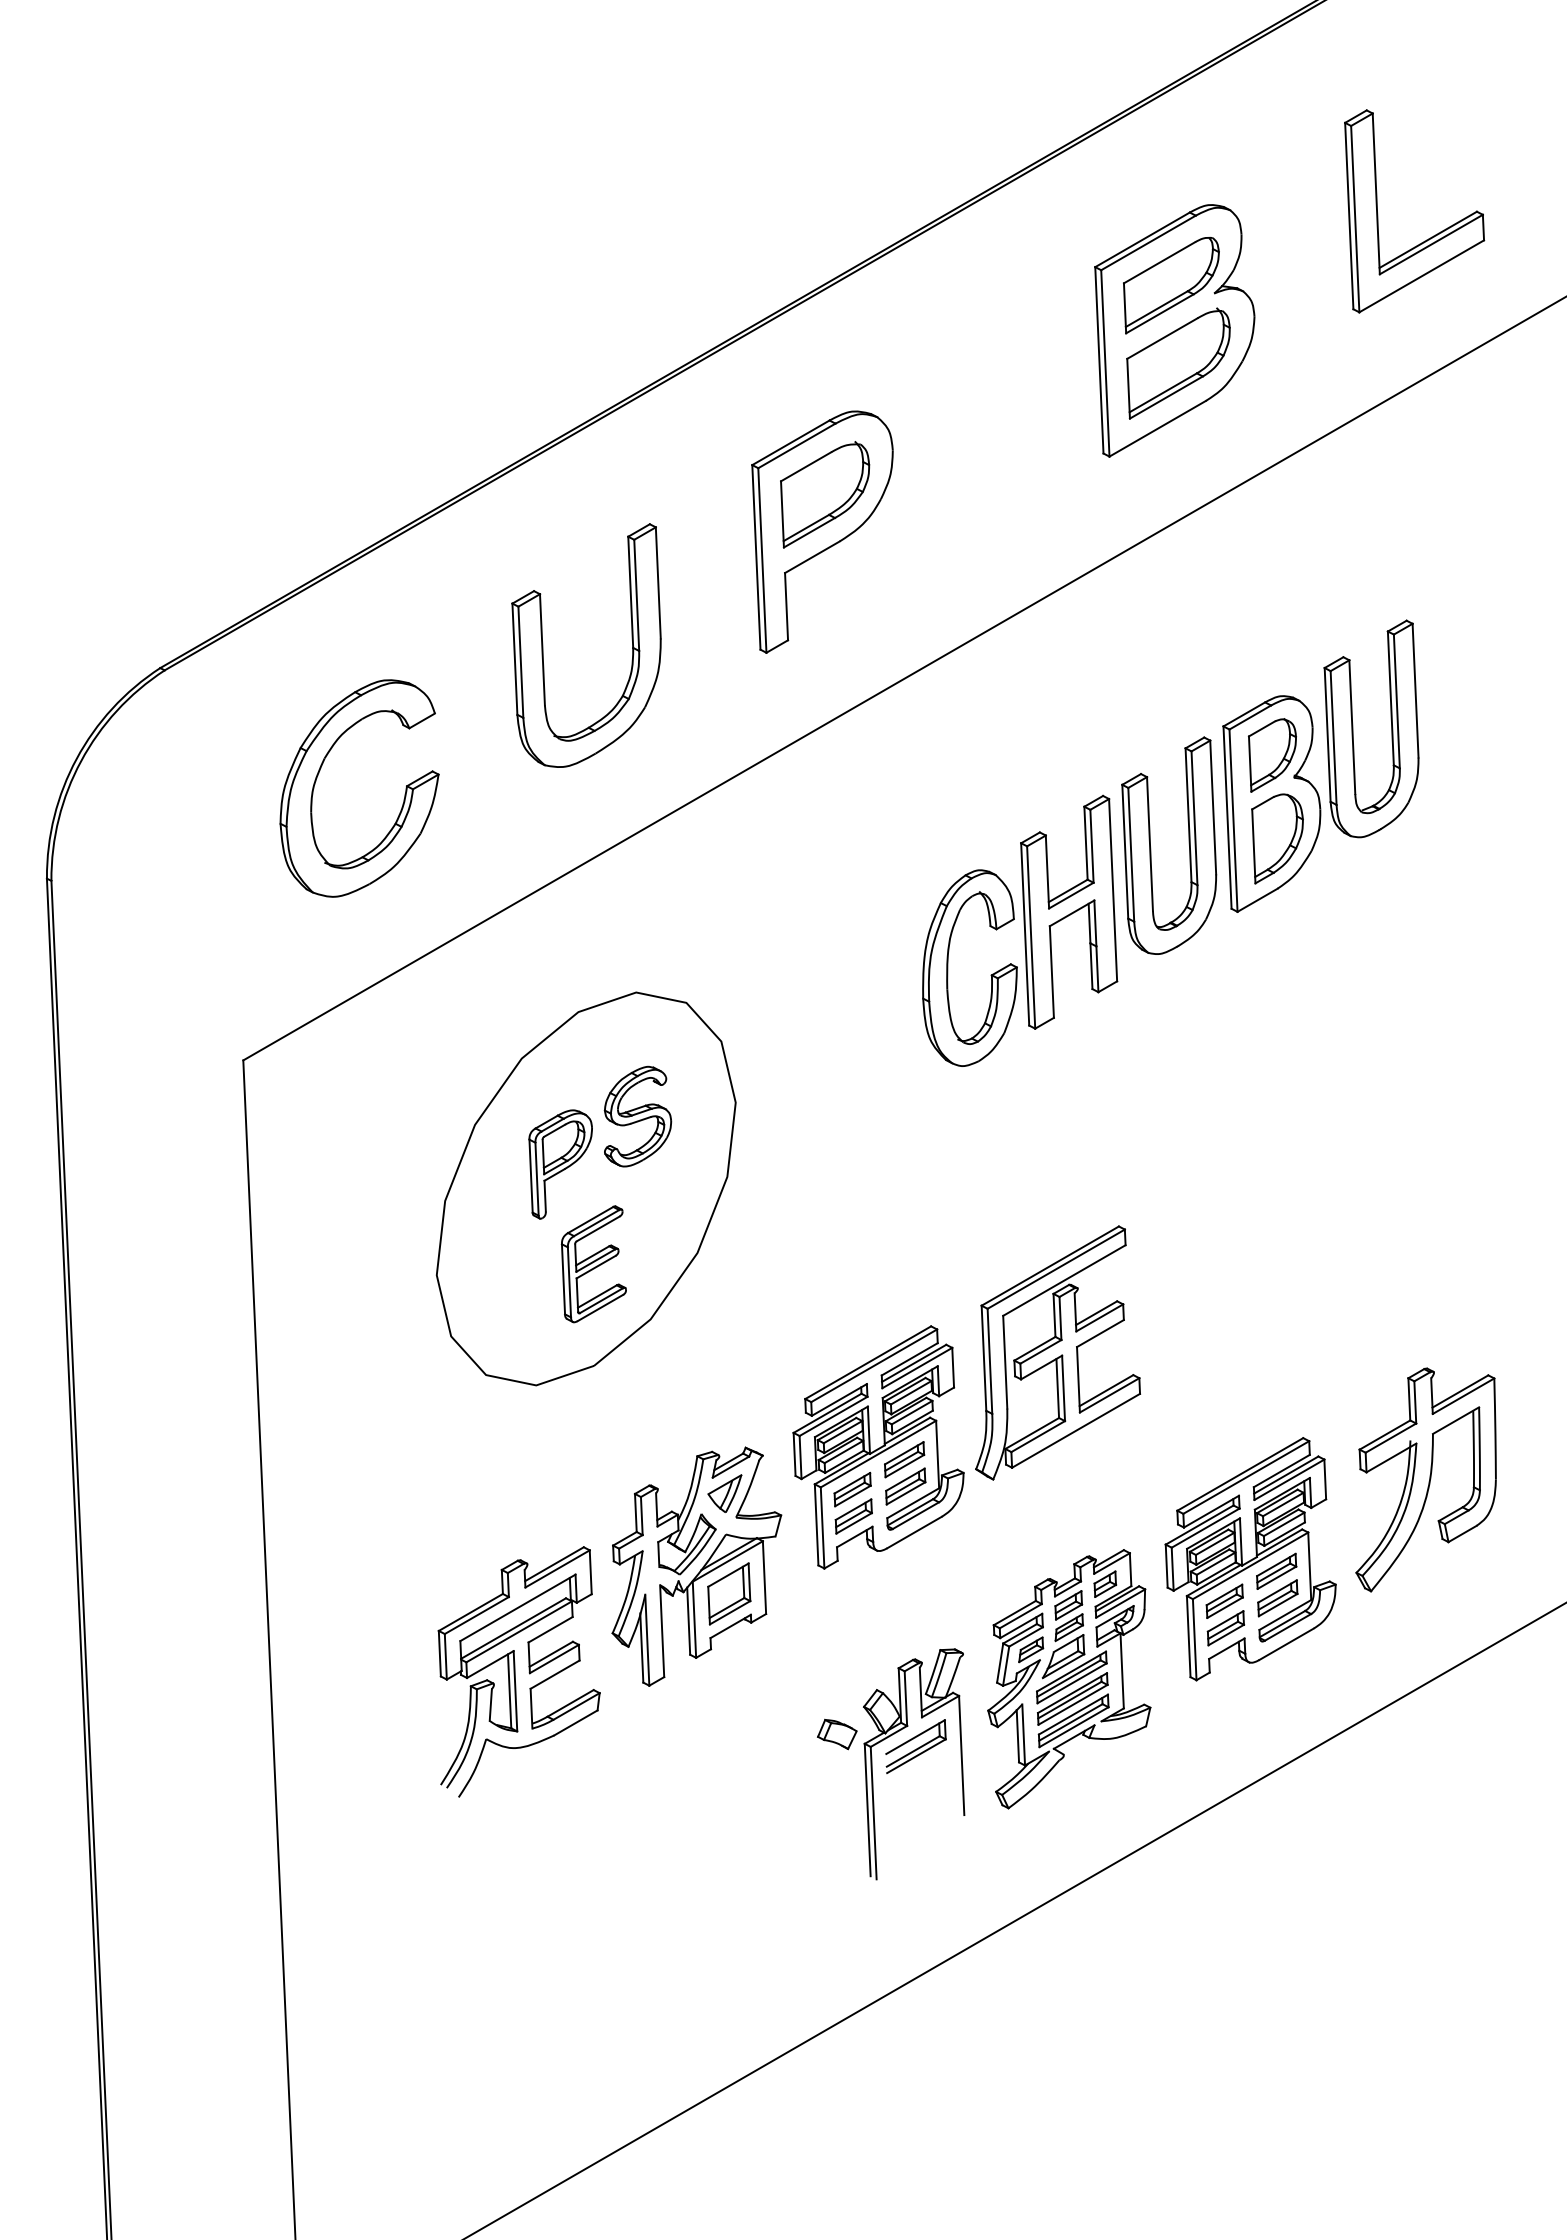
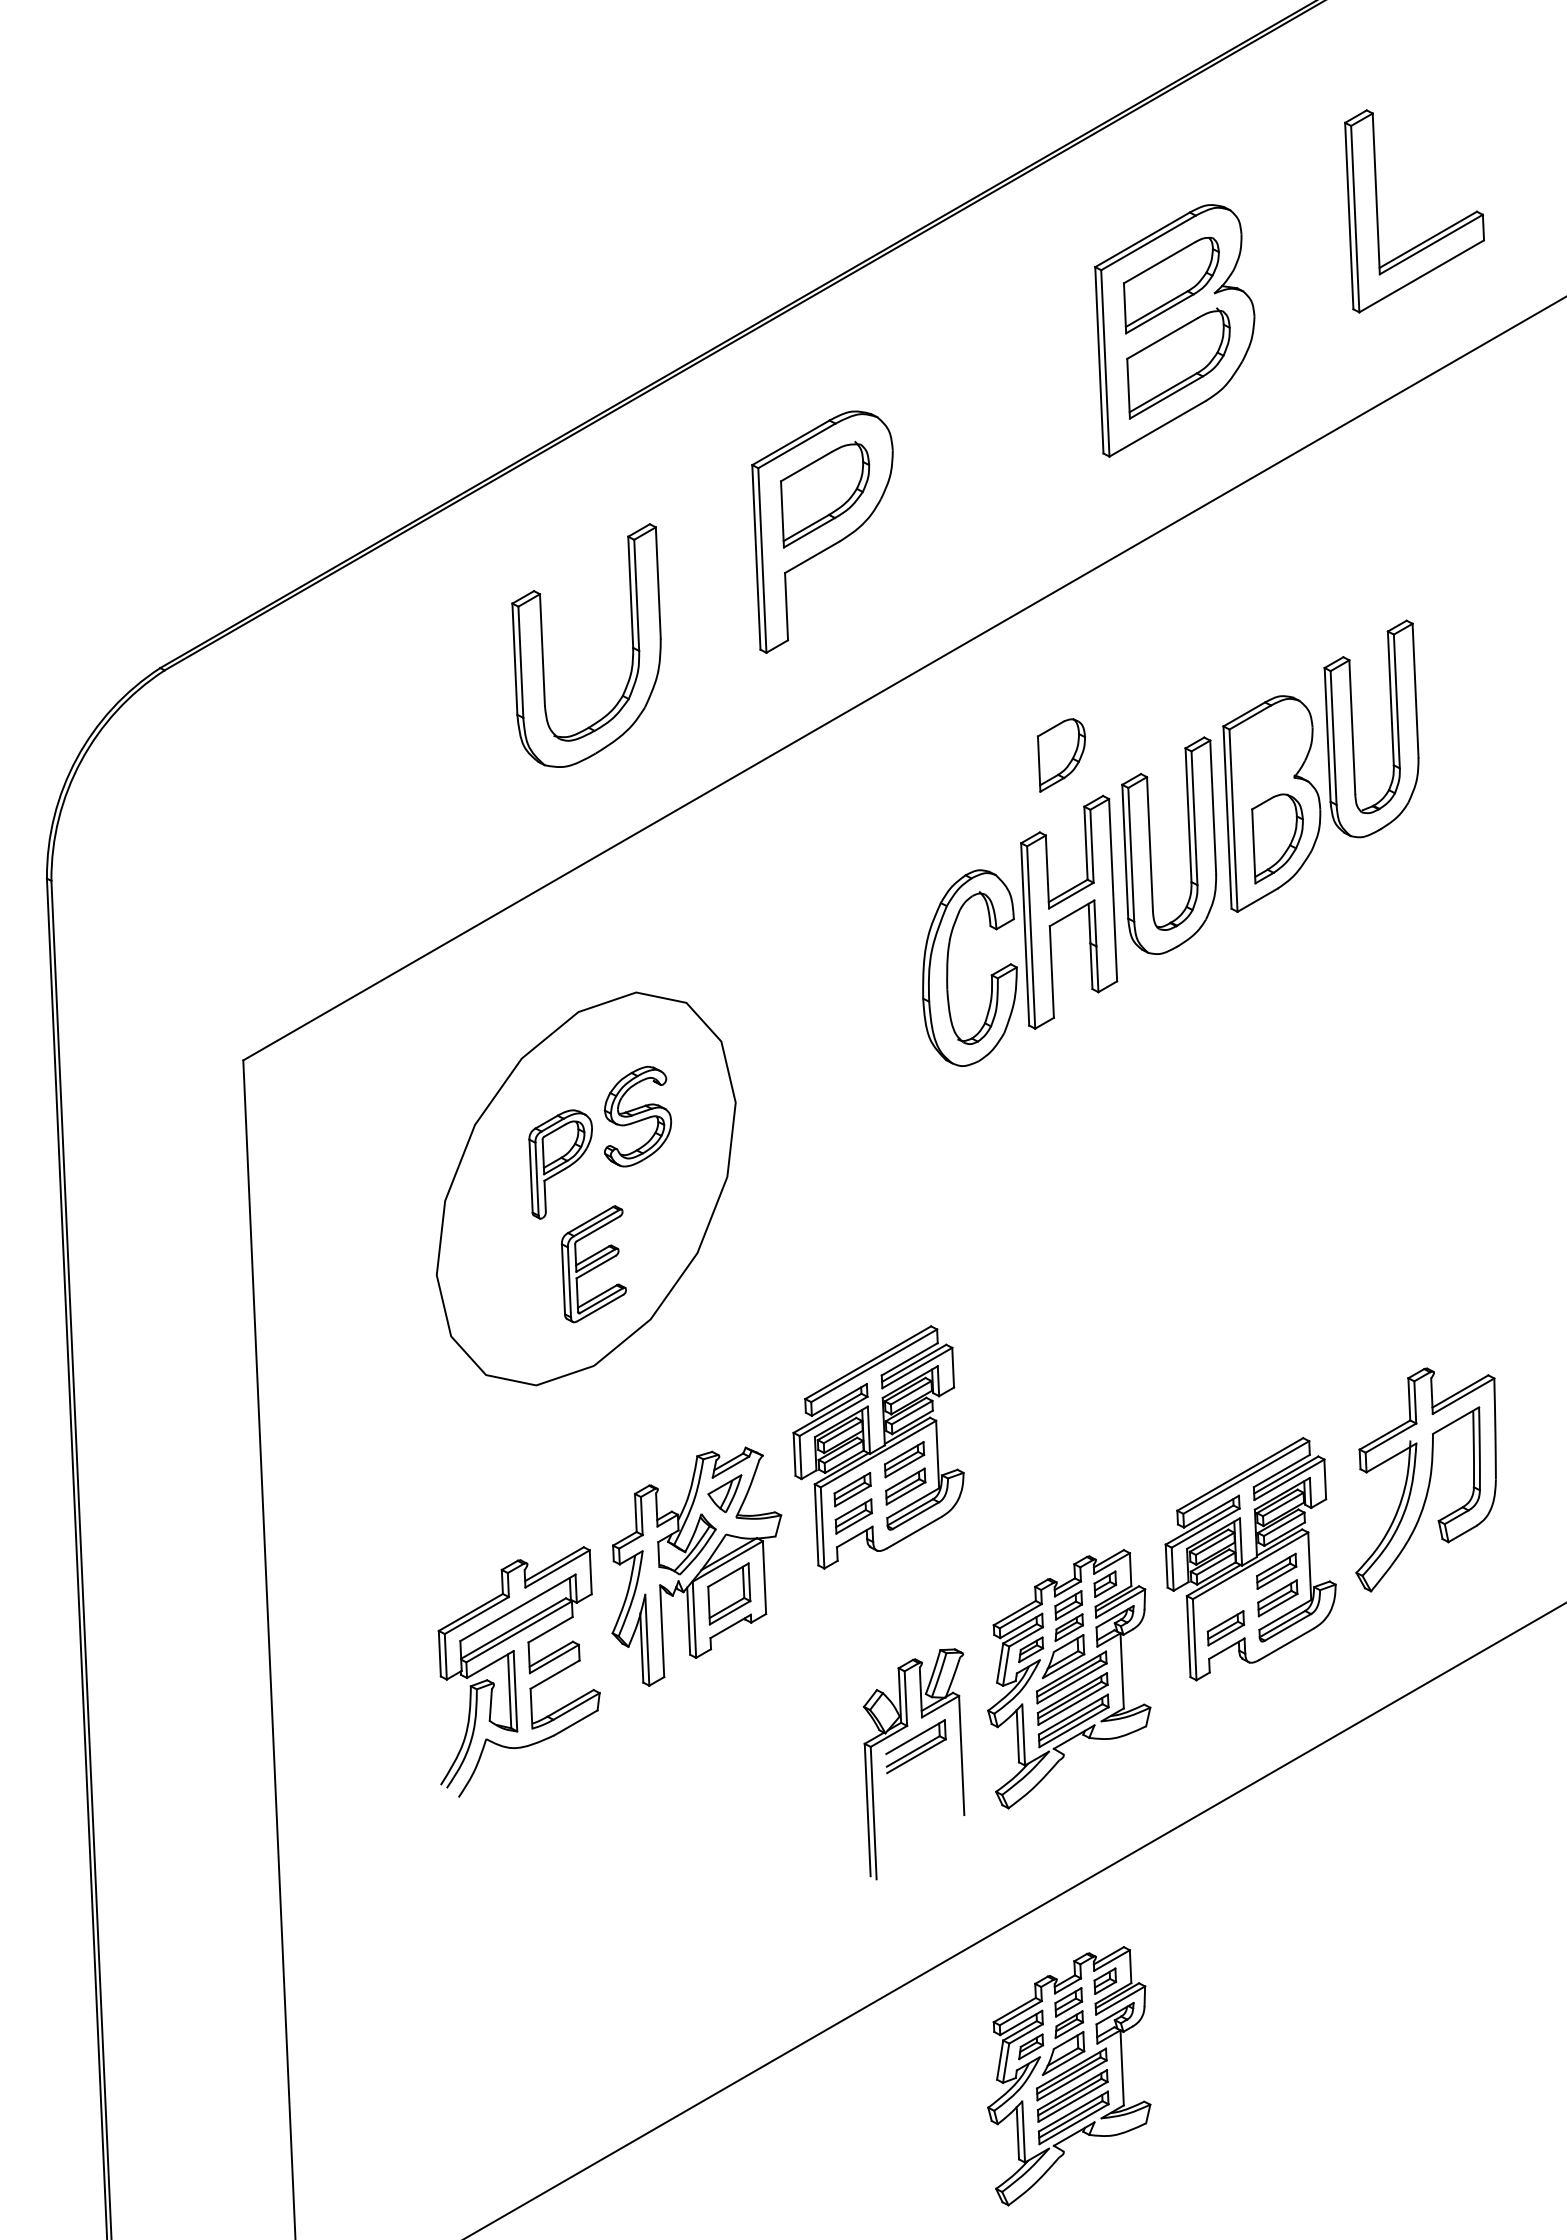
part at (1272, 755) position: (1272, 755) -> (1061, 755)
part at (319, 773): present -> none
part at (1057, 1352): present -> none
part at (1224, 1600): present -> none
part at (837, 1734): present -> none
part at (1069, 2076): none -> present
